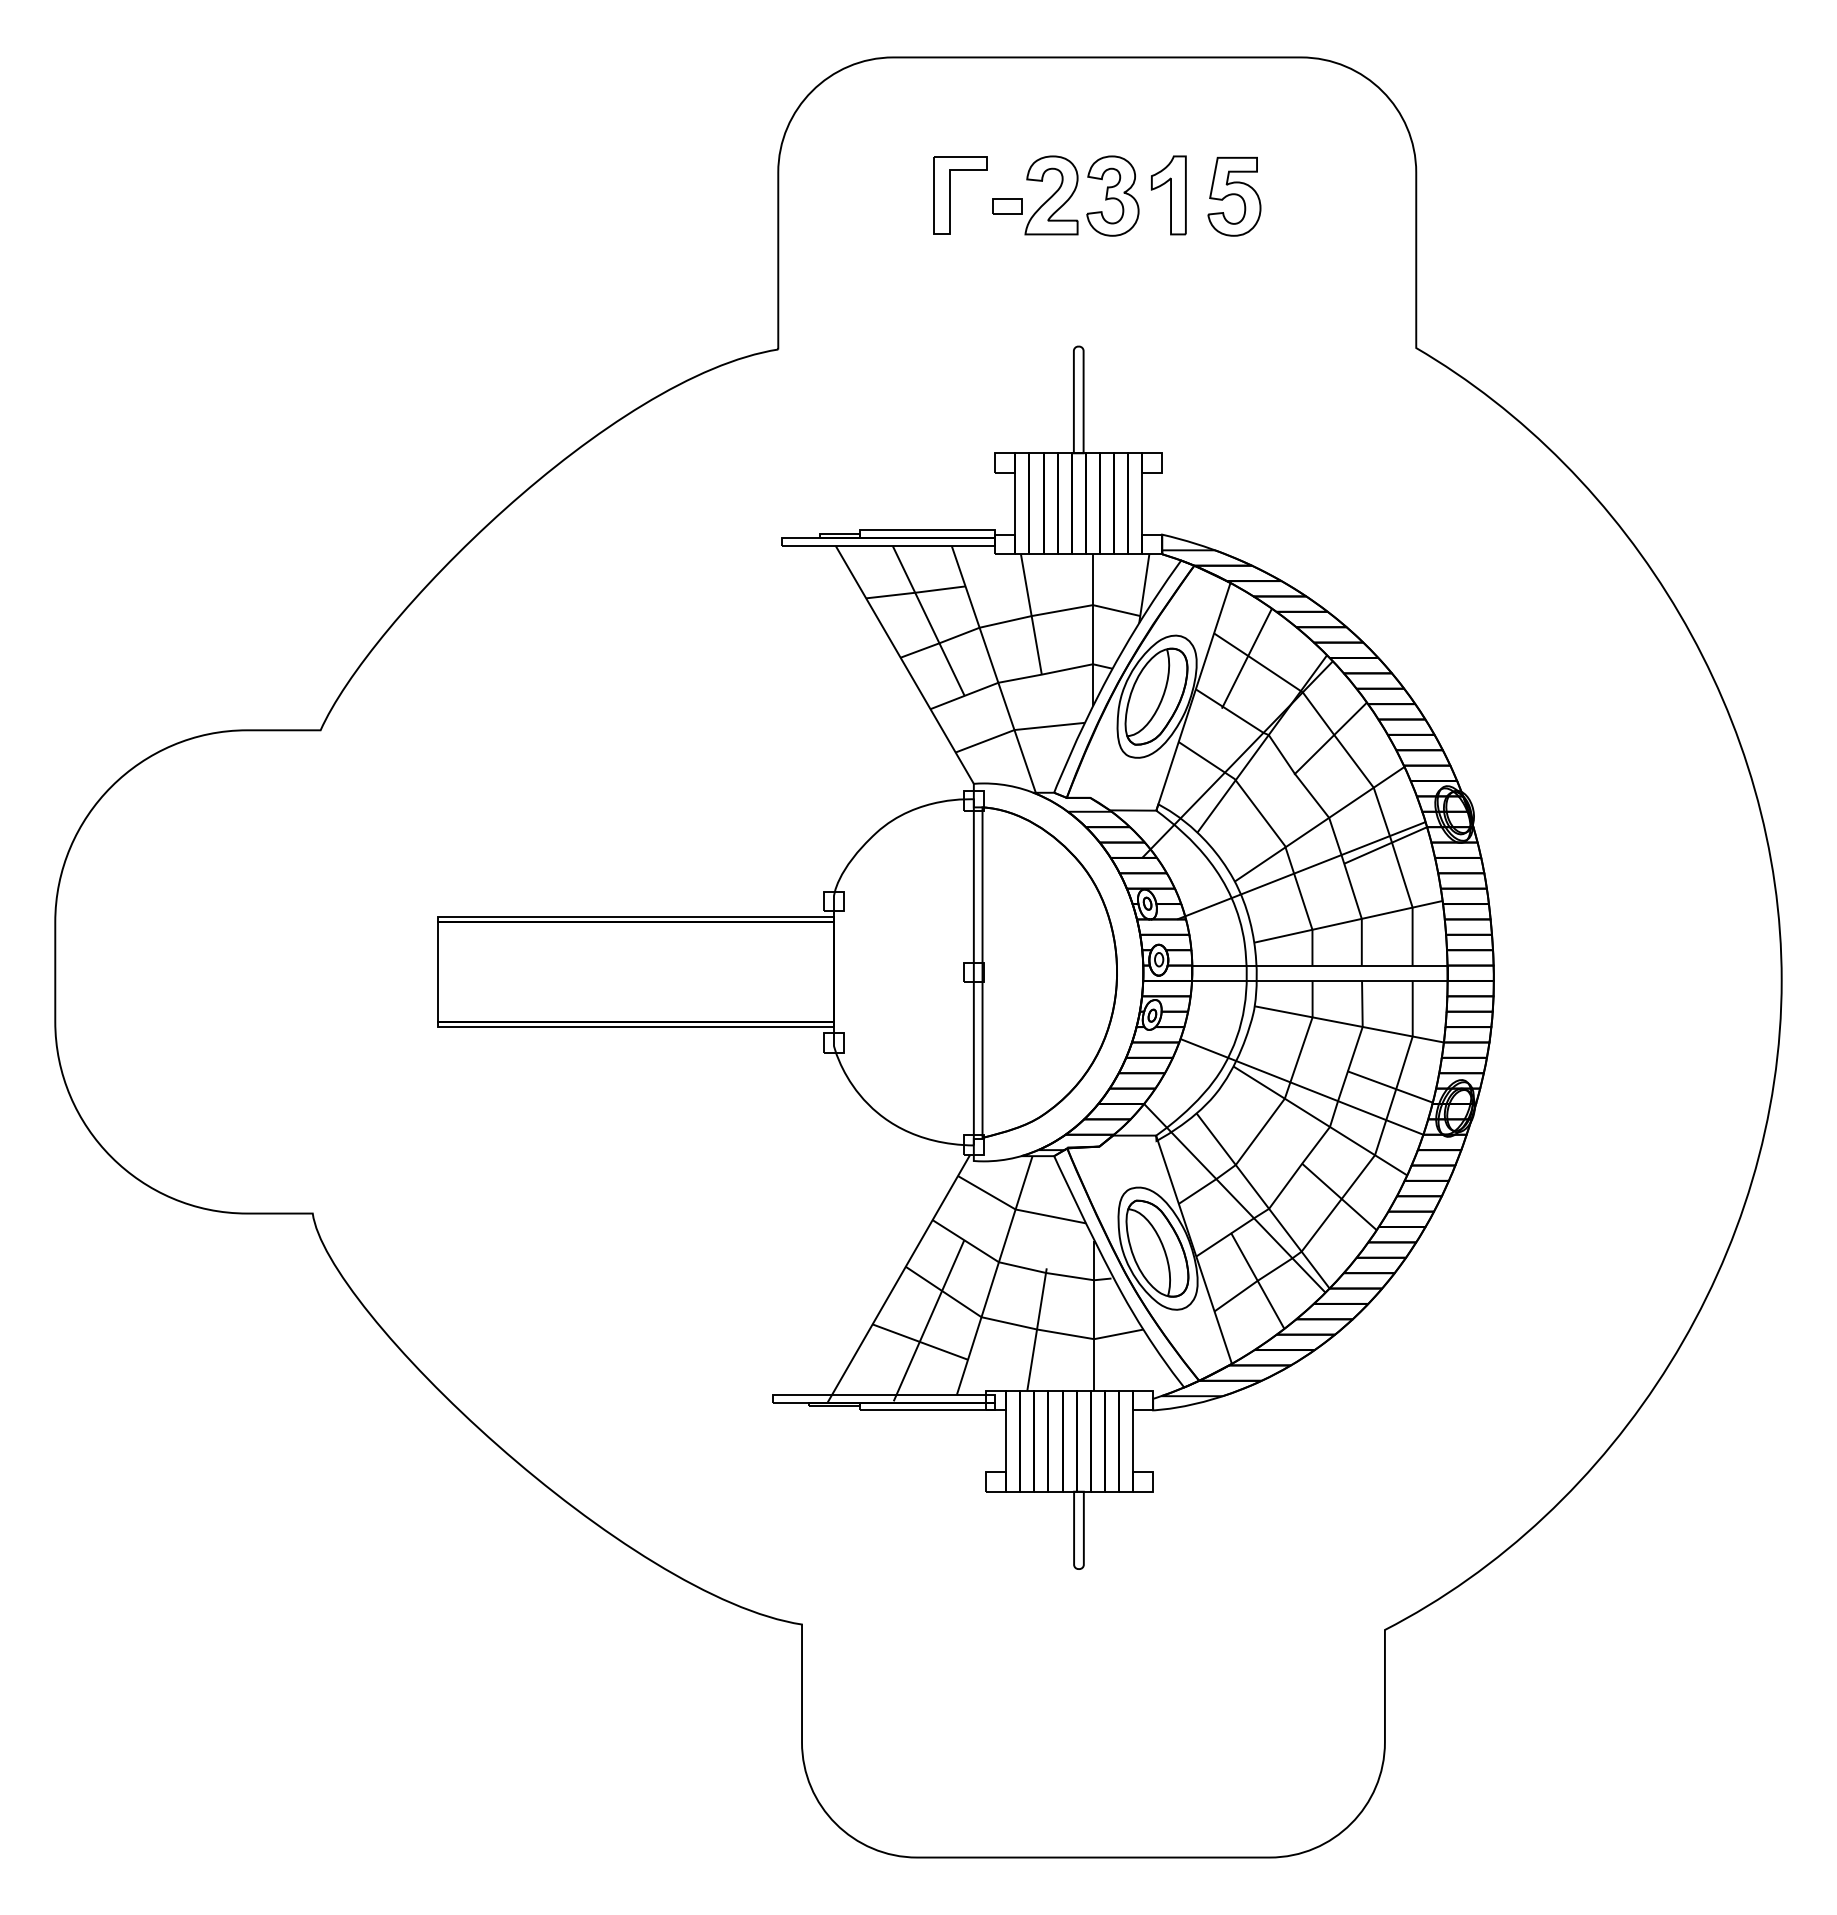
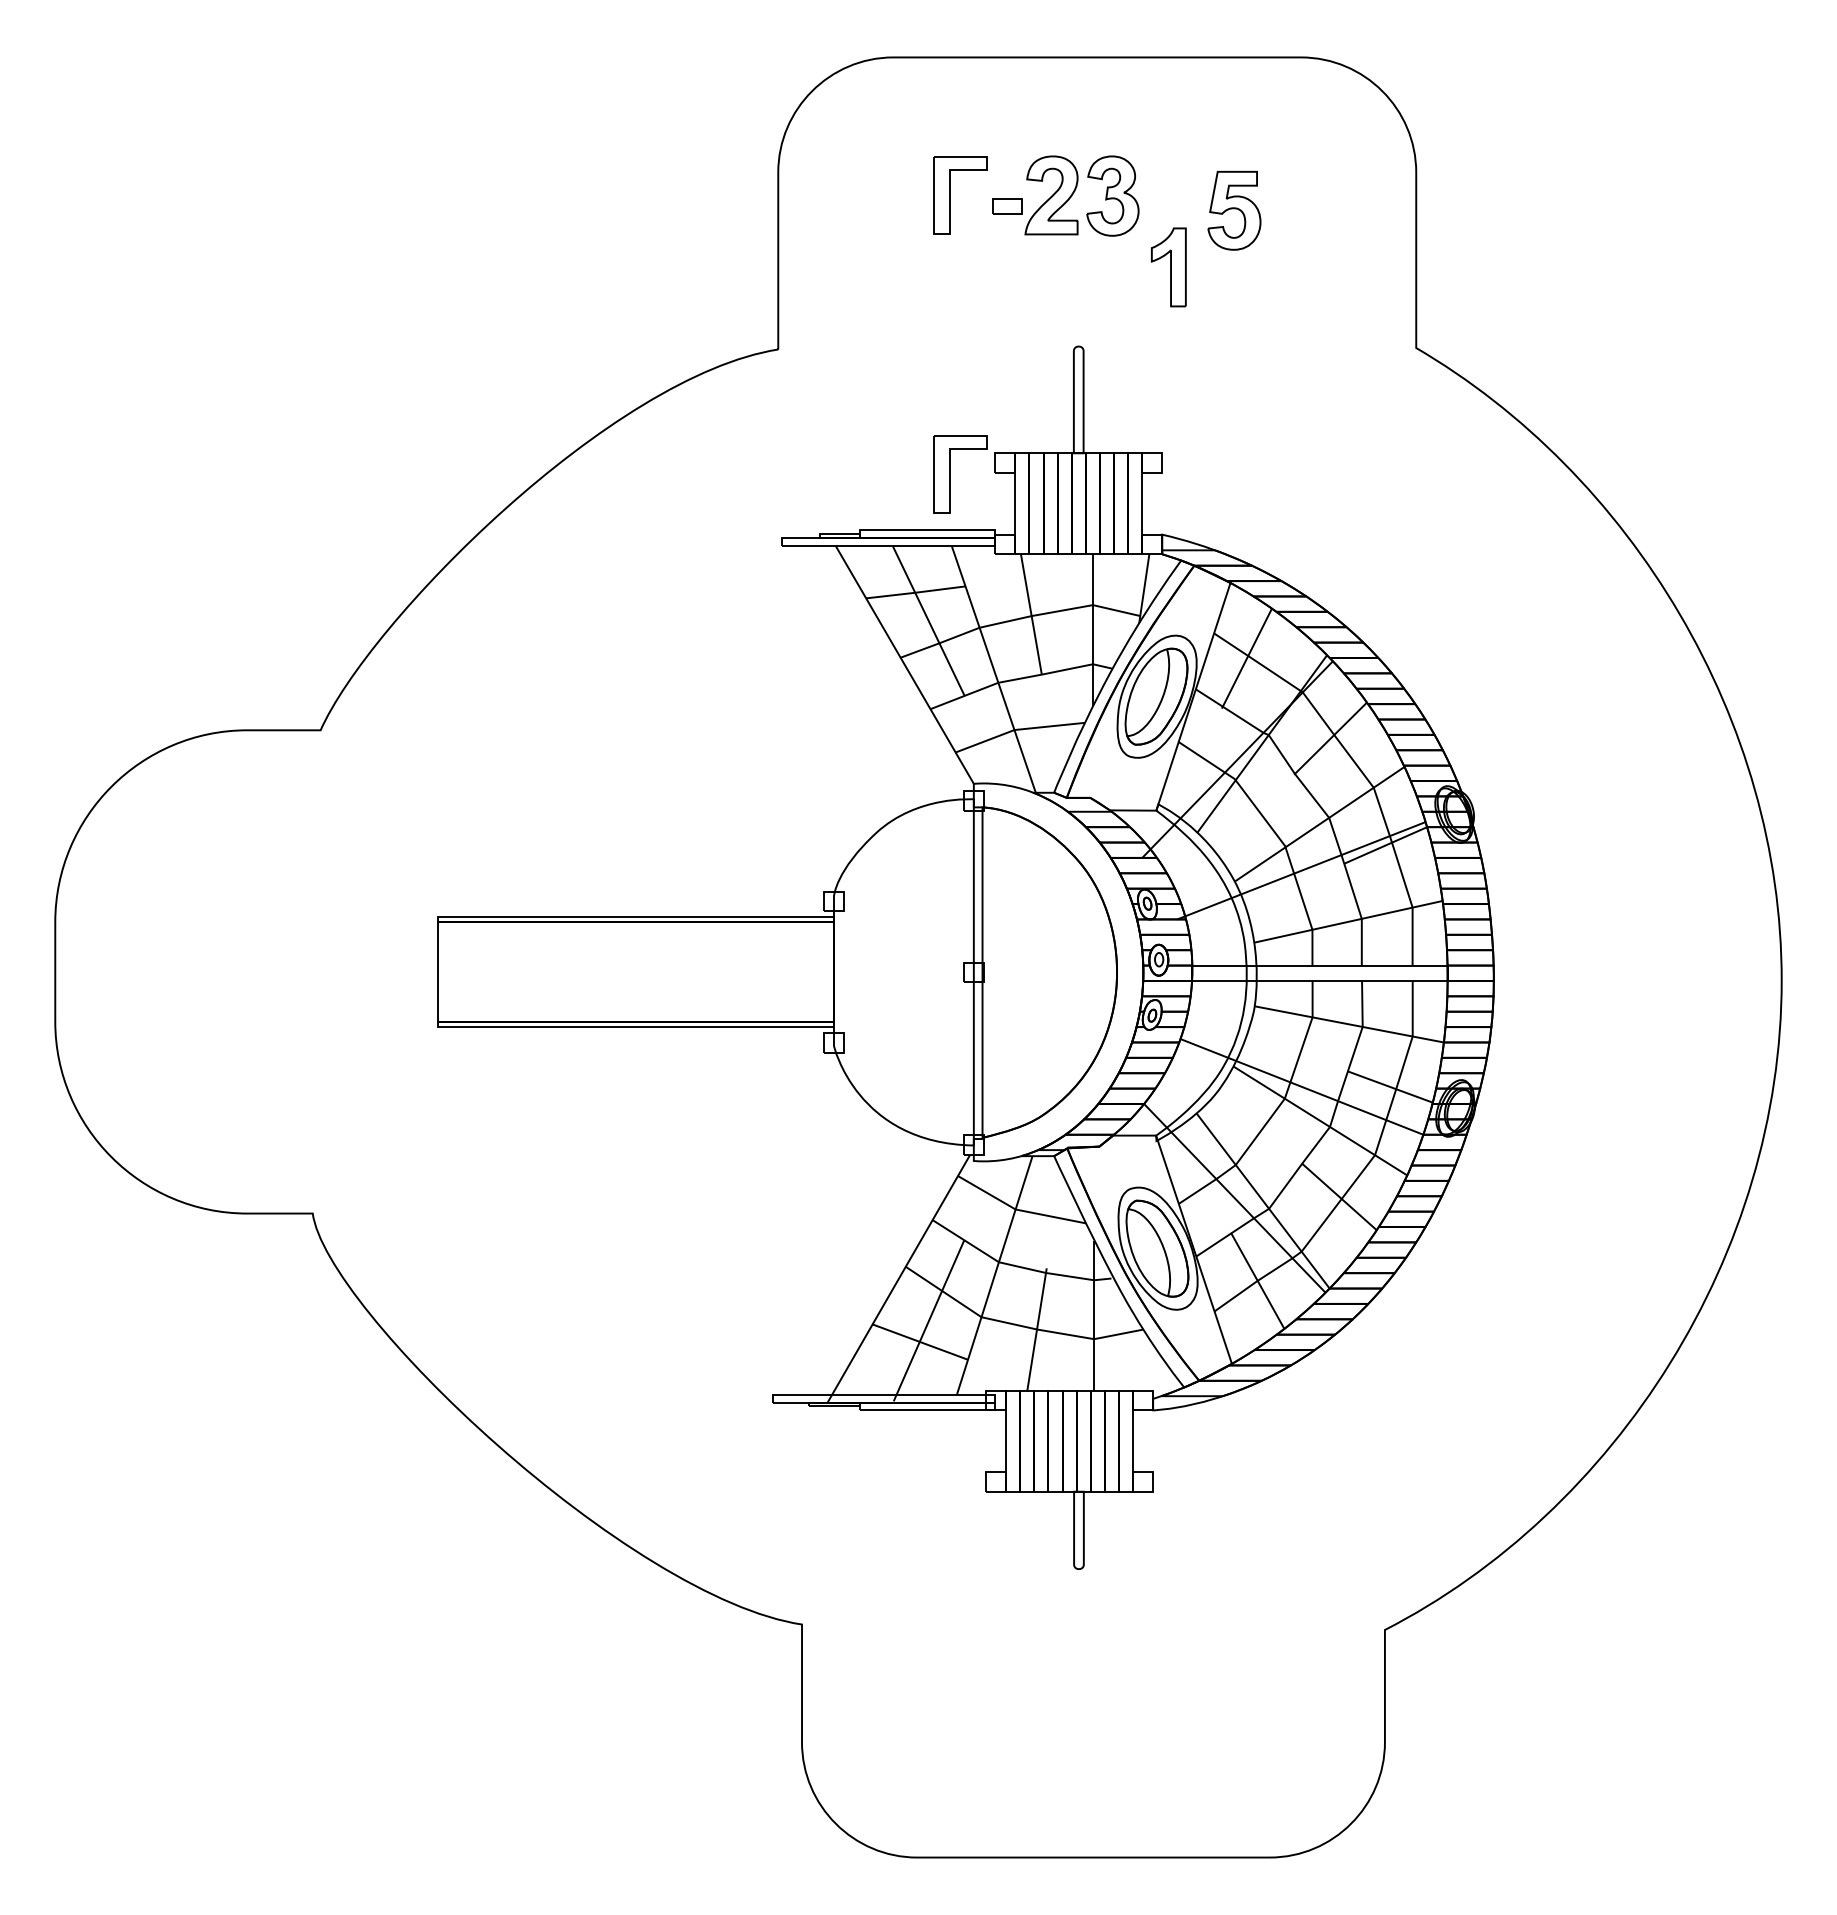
part at (1168, 195) position: (1168, 195) -> (1168, 267)
part at (1234, 196) position: (1234, 196) -> (1234, 210)
part at (950, 474): none -> present
